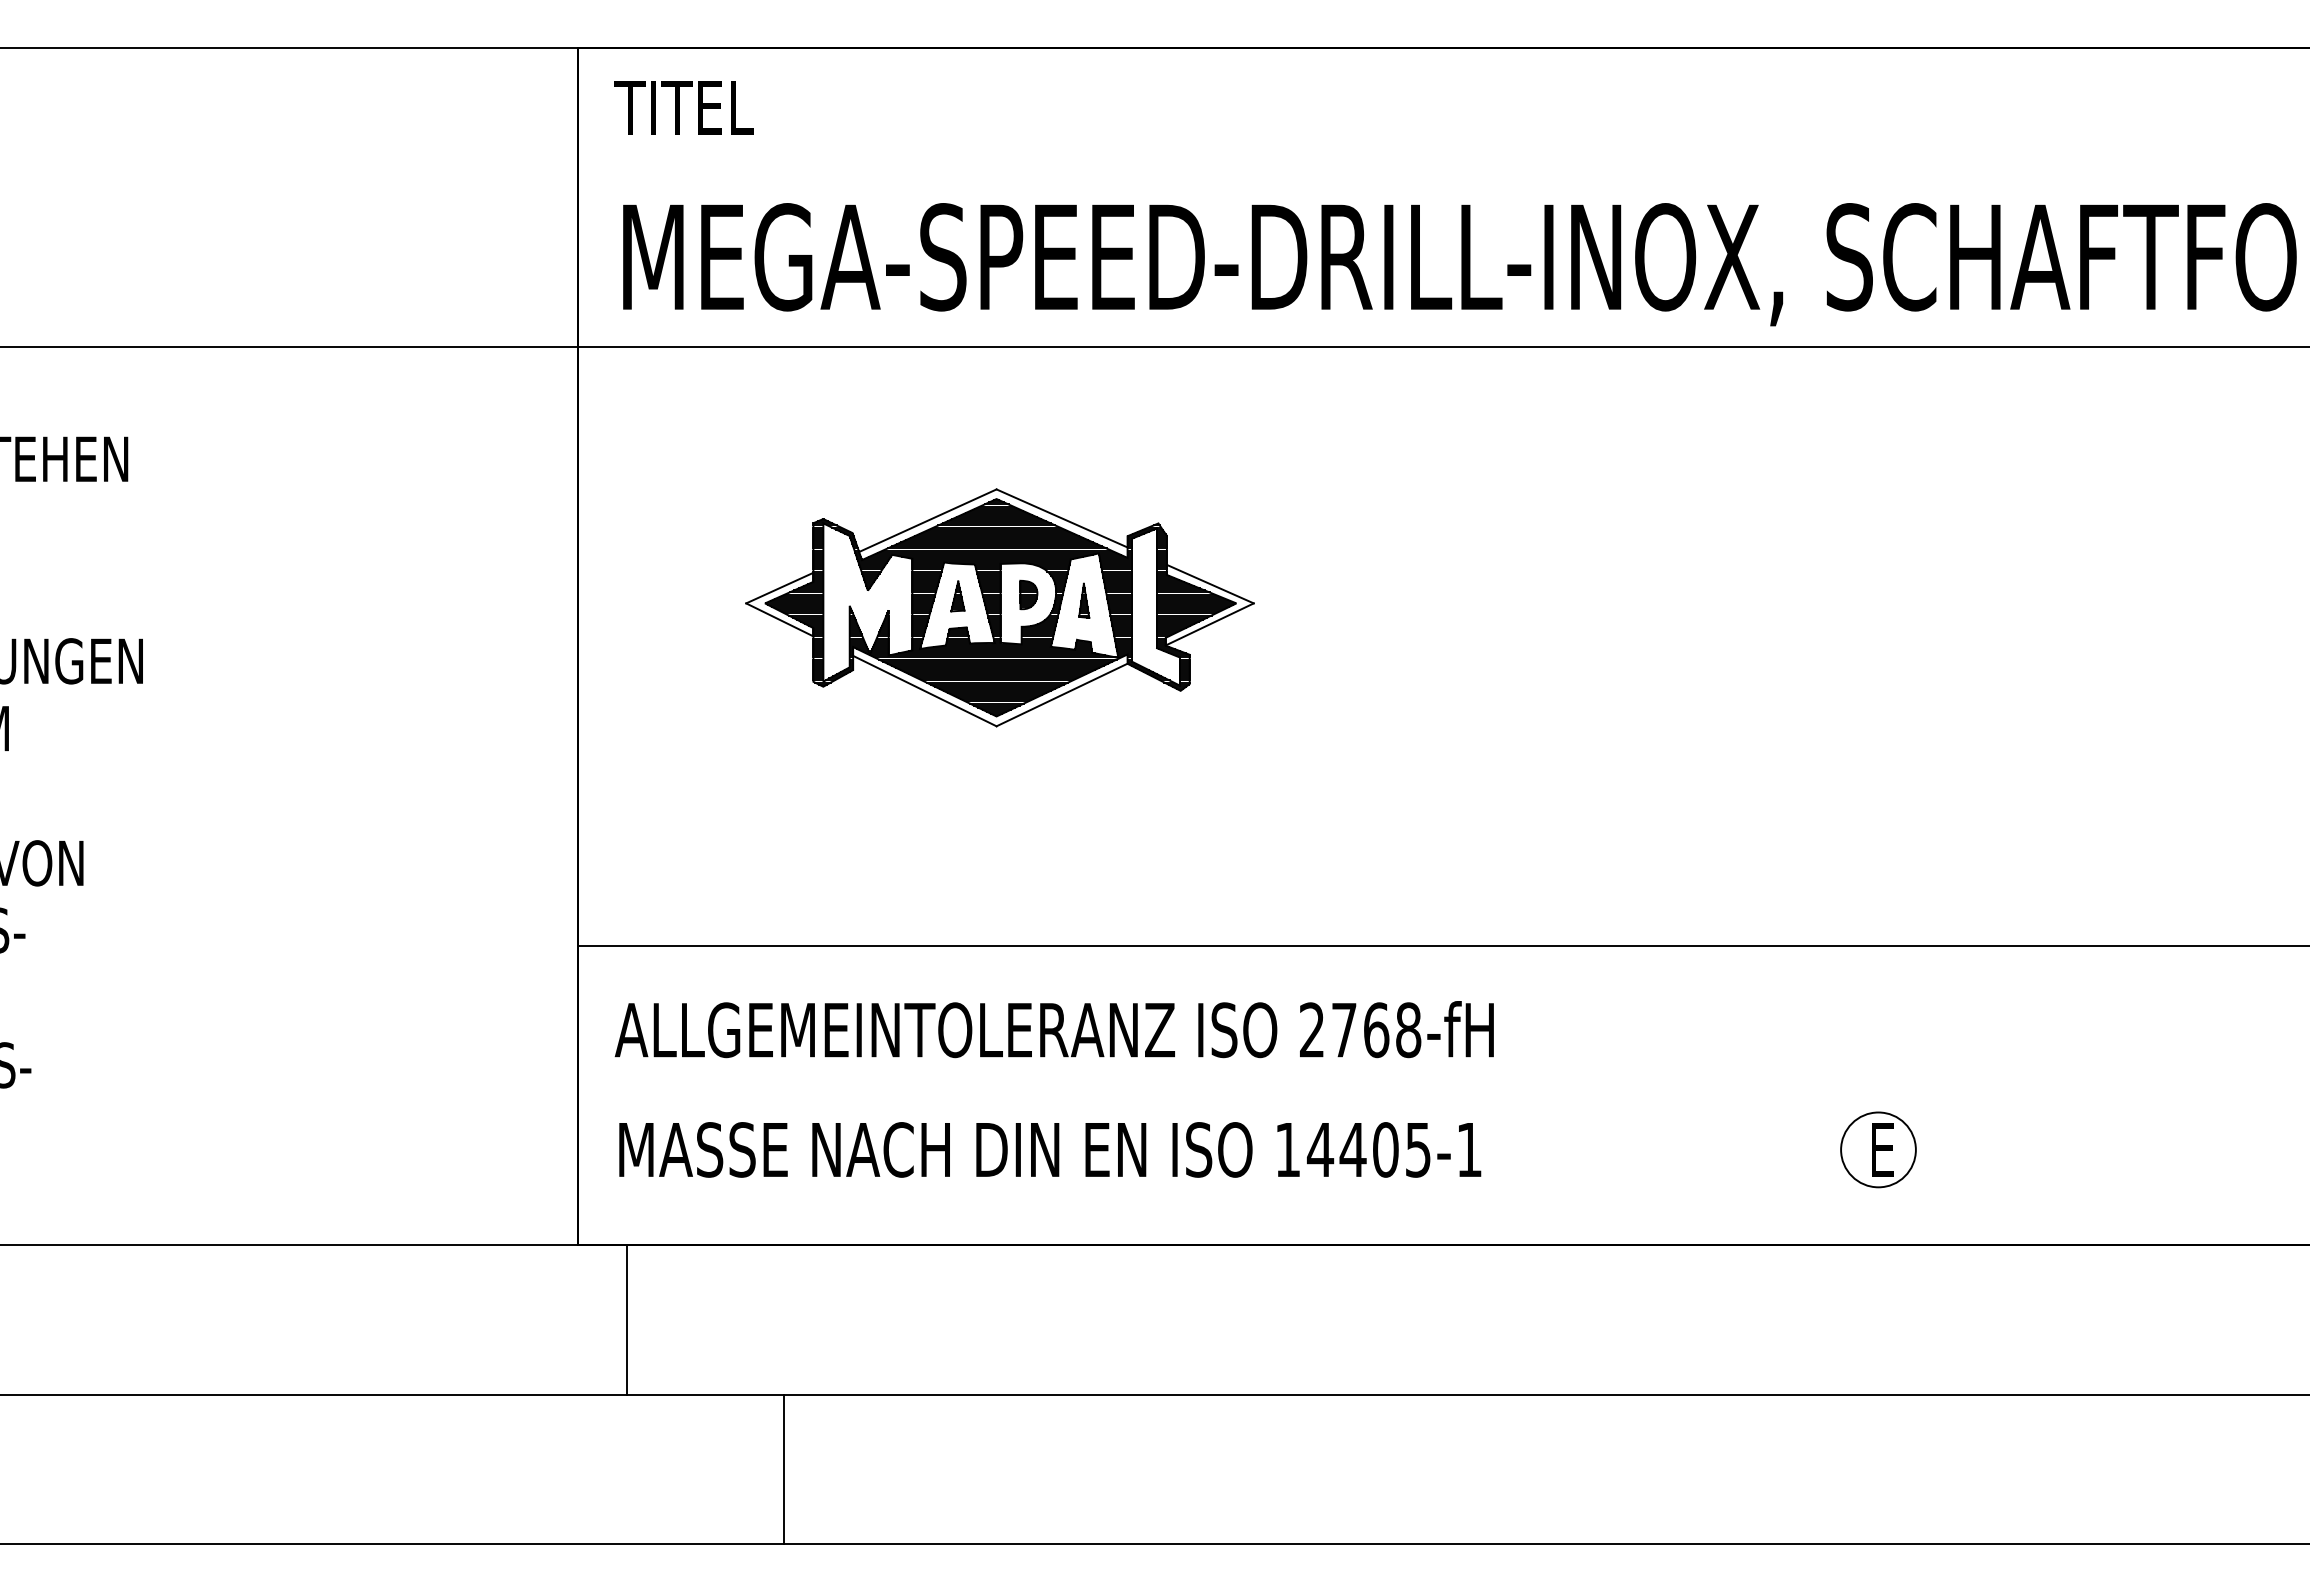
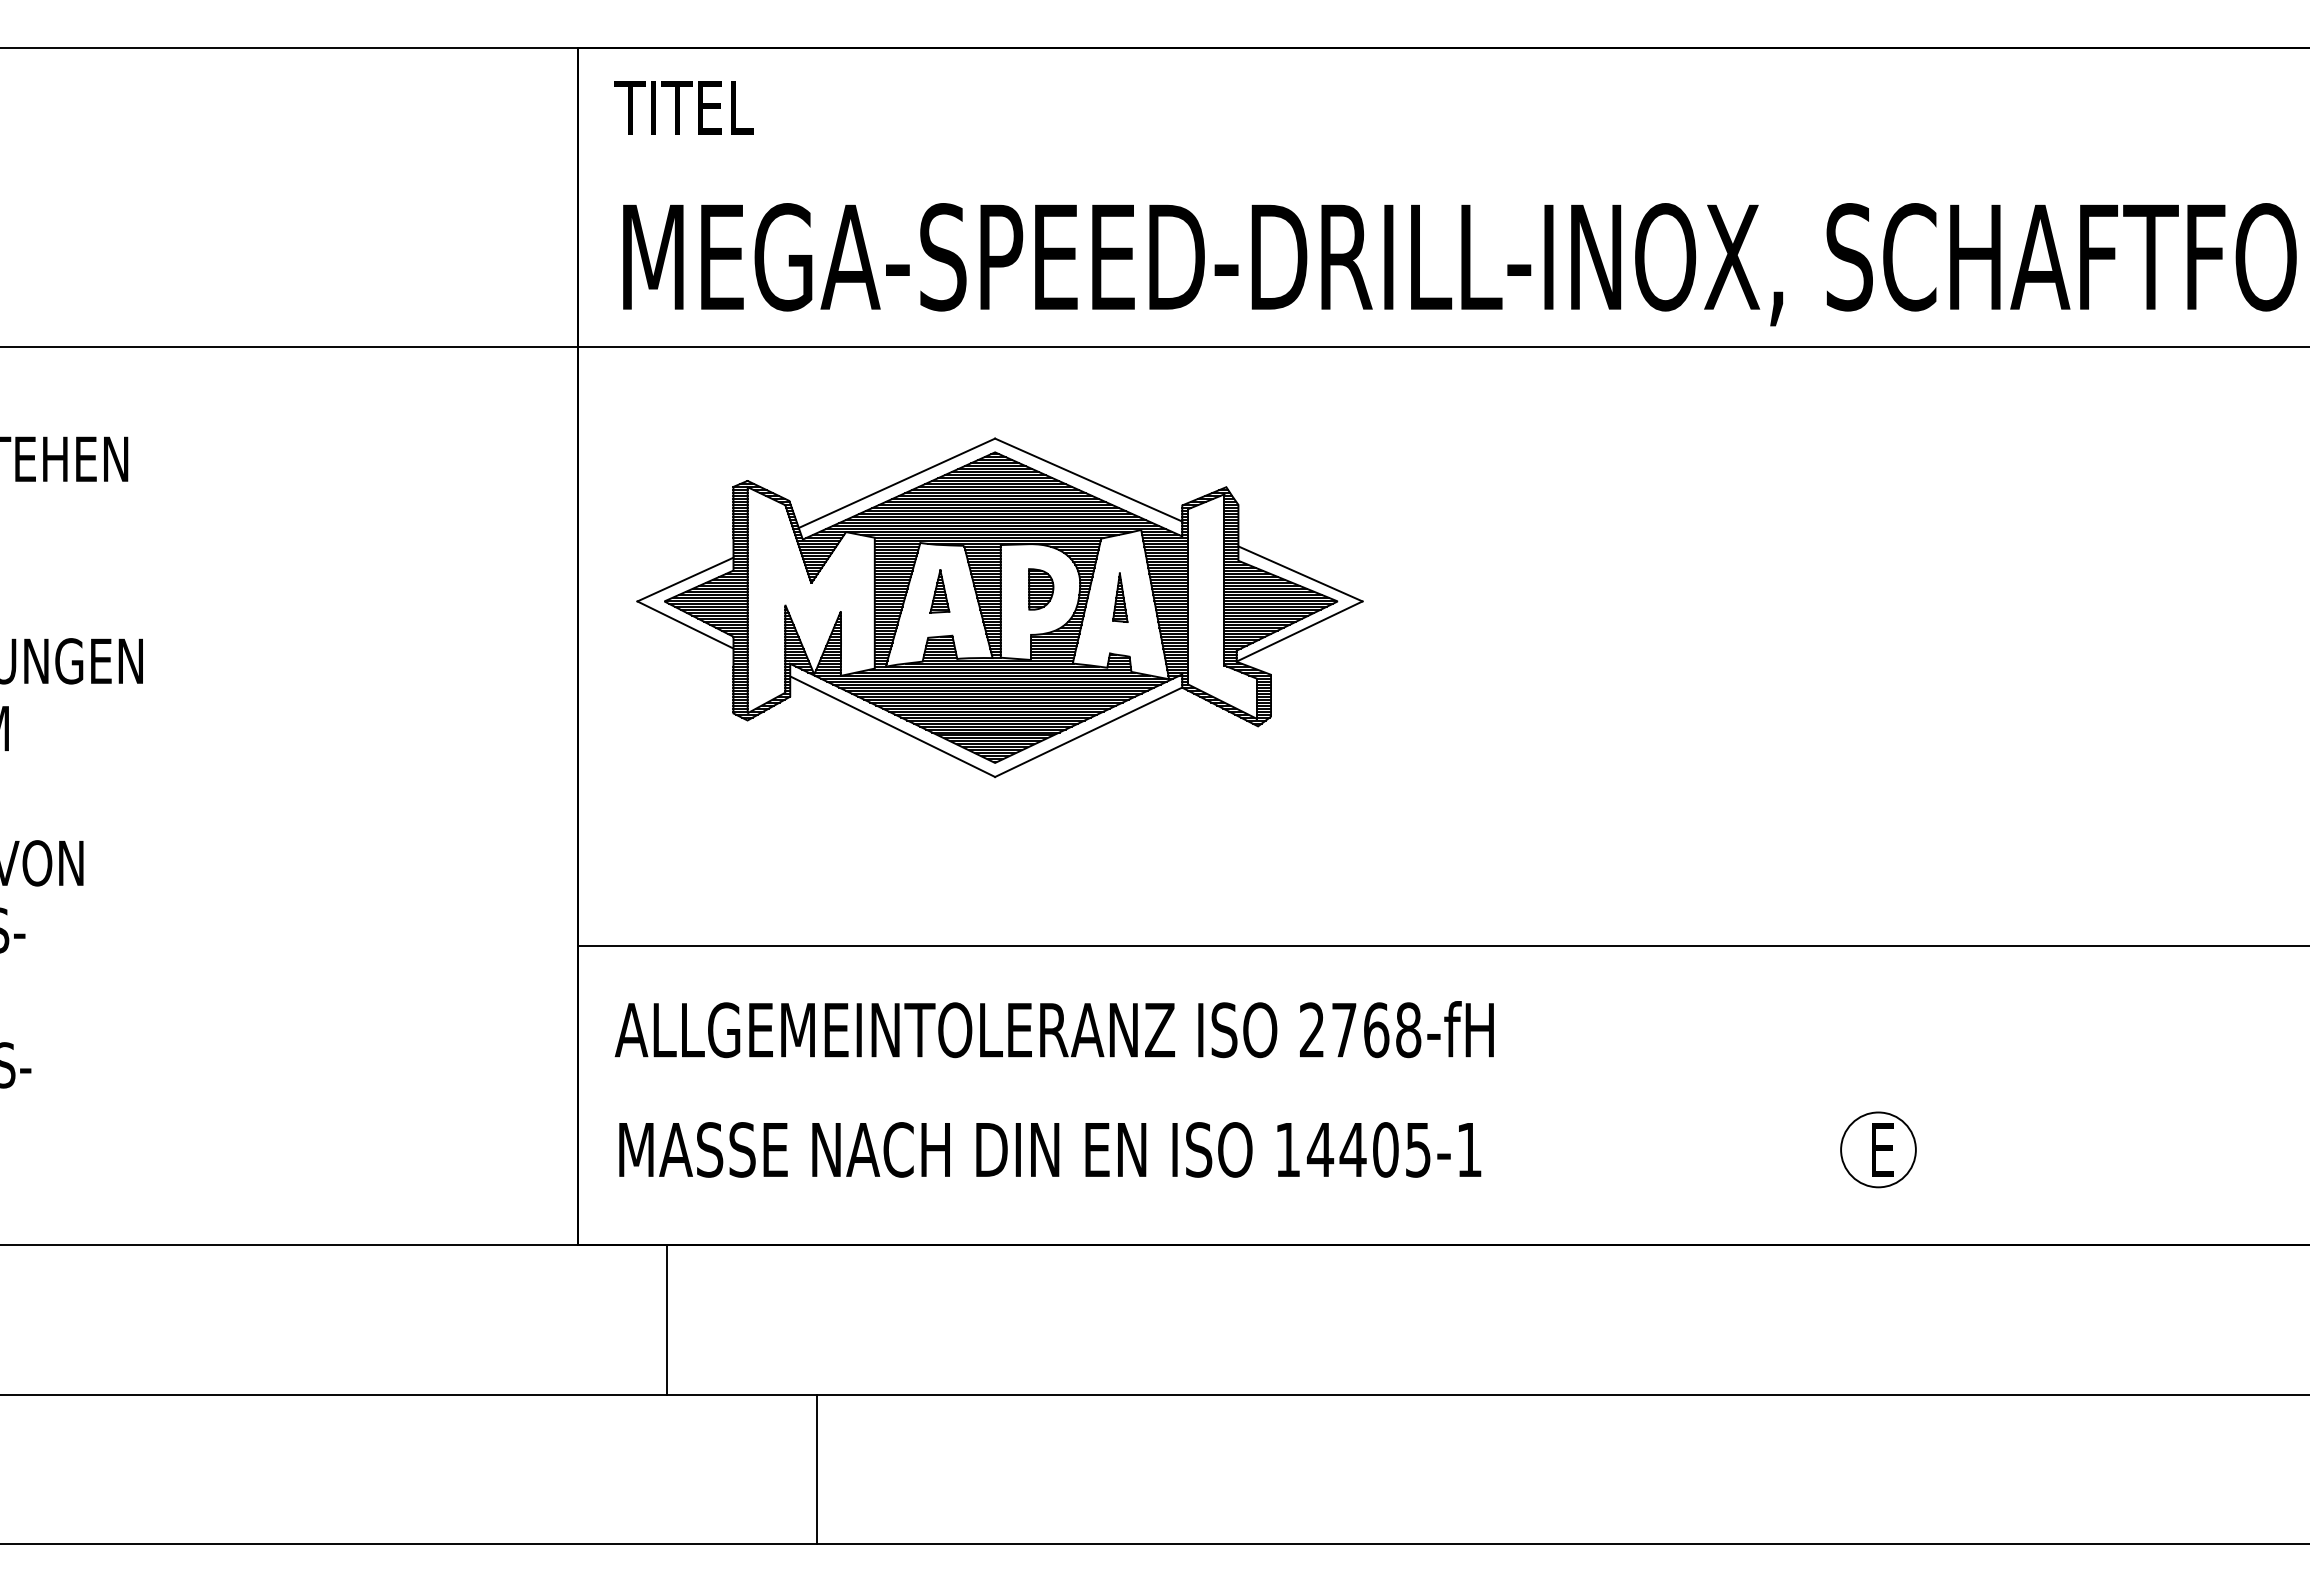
part at (999, 607) size: 510x240 px -> 728x342 px
line at (627, 1319) position: (627, 1319) -> (667, 1319)
line at (784, 1469) position: (784, 1469) -> (817, 1469)
